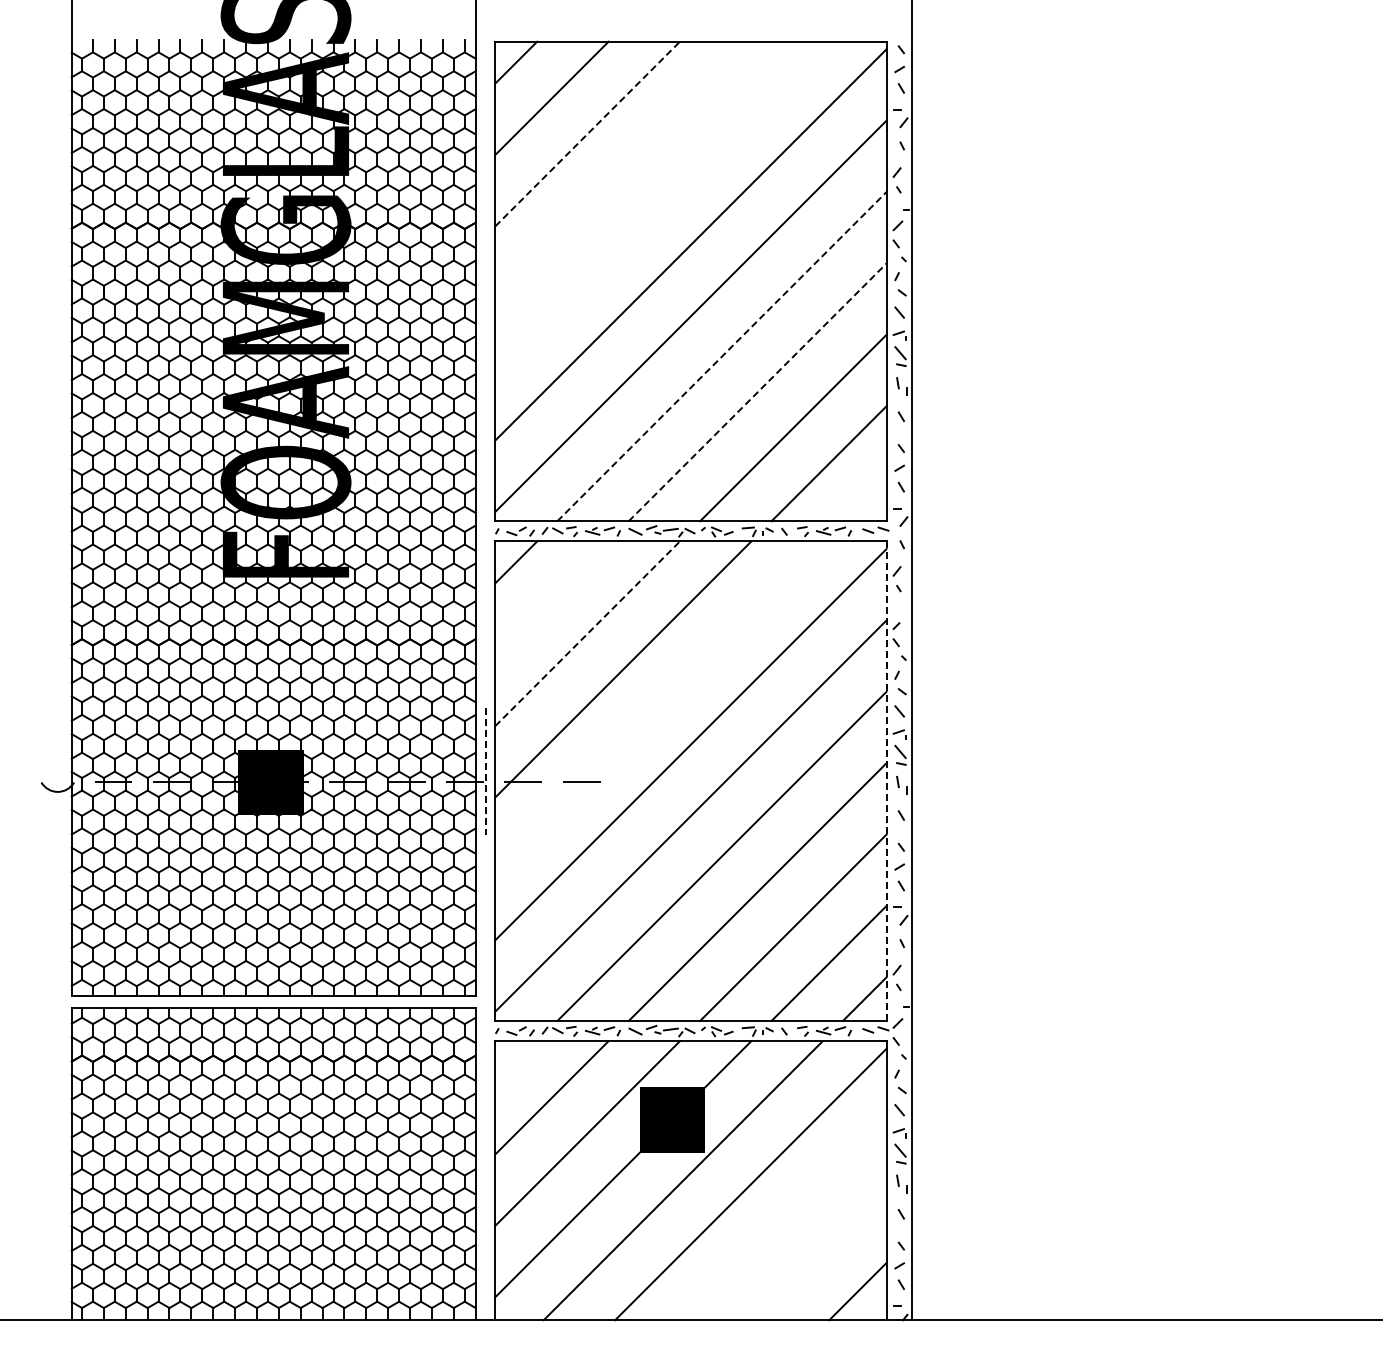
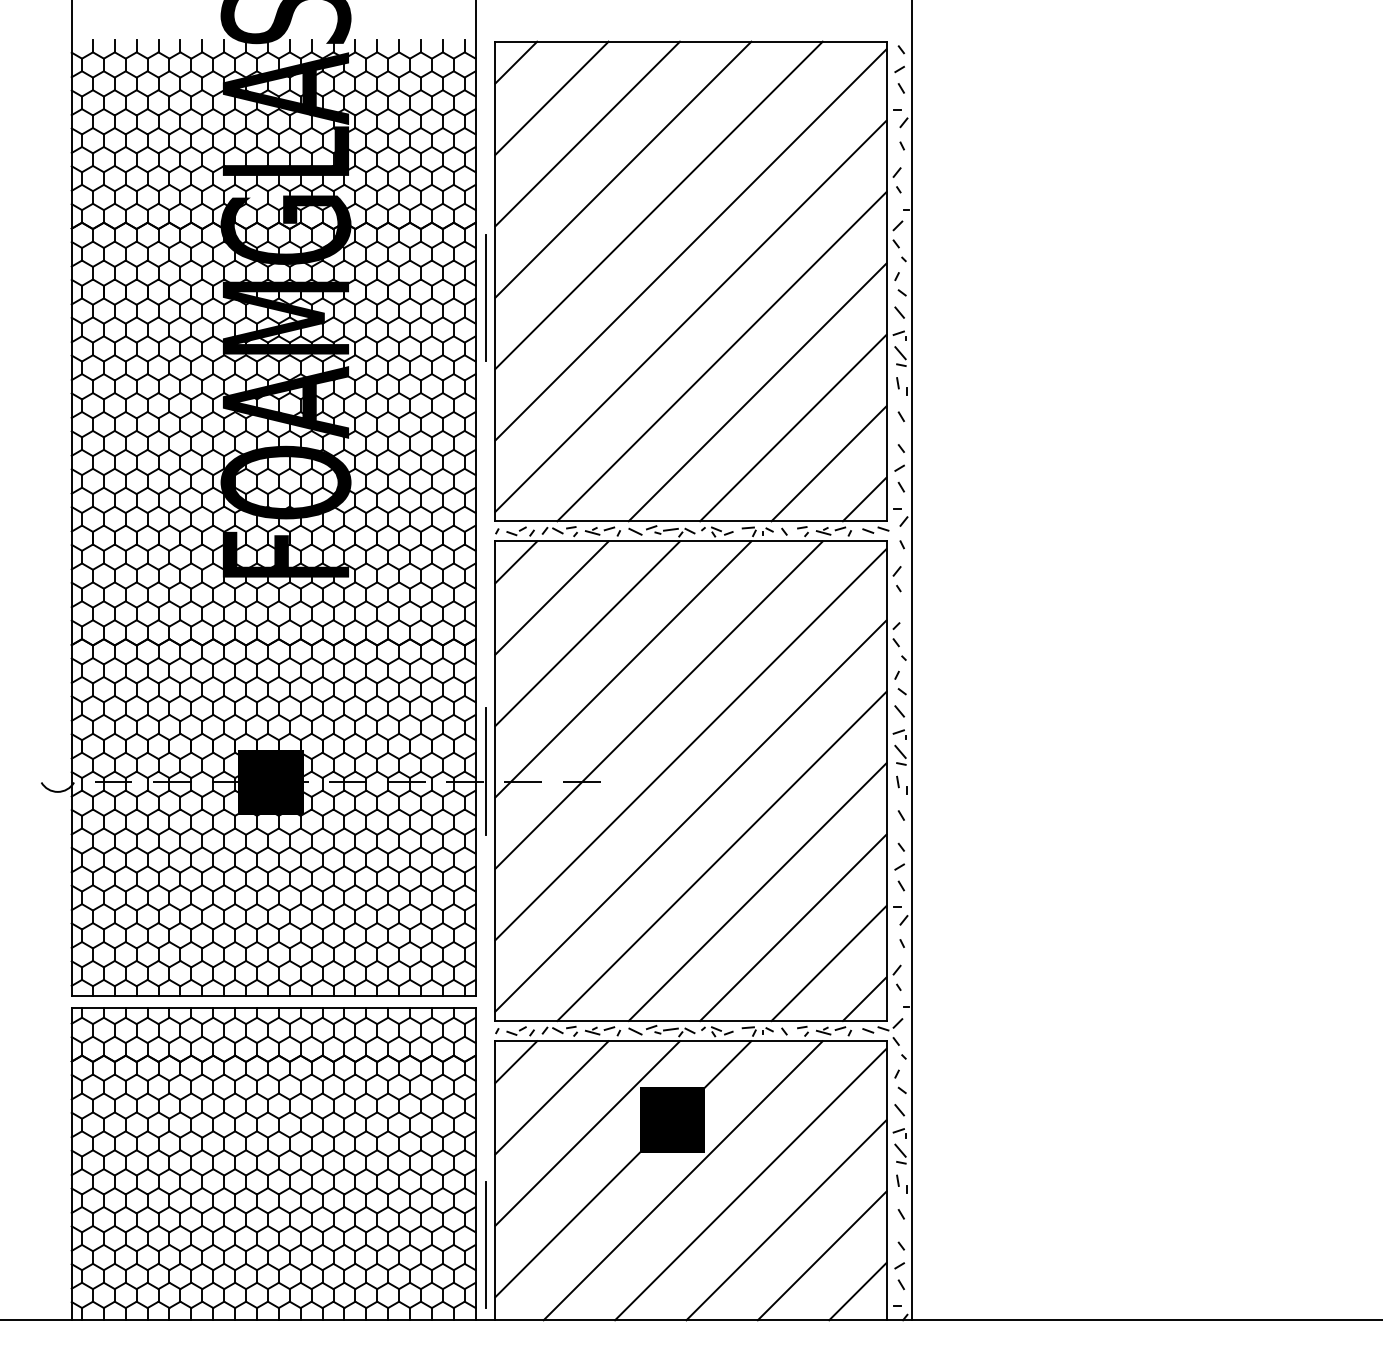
line at (587, 134): dashed -> solid
line at (623, 169): none -> present
line at (658, 205): none -> present
line at (485, 297): none -> present
line at (721, 356): dashed -> solid
line at (758, 392): dashed -> solid
line at (864, 499): none -> present
line at (551, 597): none -> present
line at (587, 633): dashed -> solid
line at (658, 704): none -> present
line at (485, 772): dashed -> solid
line at (886, 781): dashed -> solid
line at (516, 1062): none -> present
line at (786, 1220): none -> present
line at (485, 1244): none -> present
line at (821, 1255): none -> present
